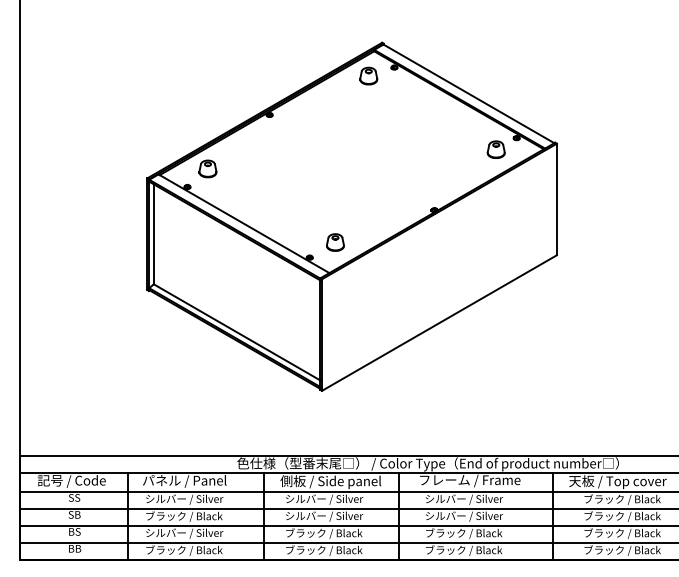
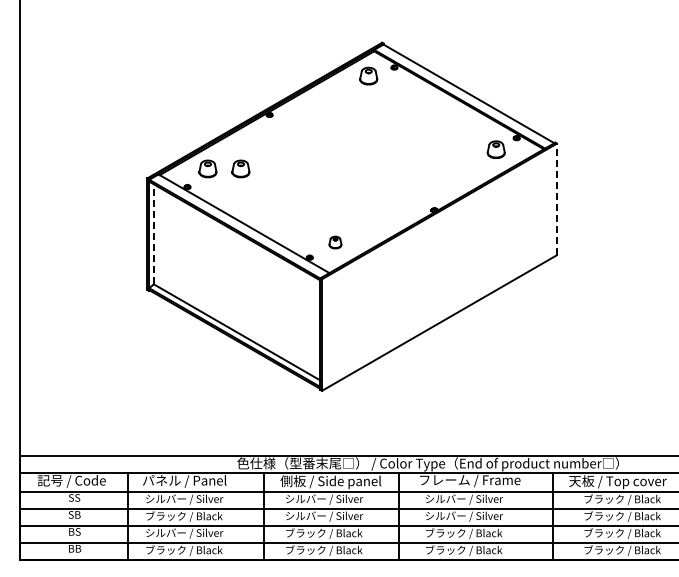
part at (240, 168): none -> present
line at (556, 199): solid -> dashed
line at (153, 234): solid -> dashed
part at (335, 242) size: 19x19 px -> 15x15 px
